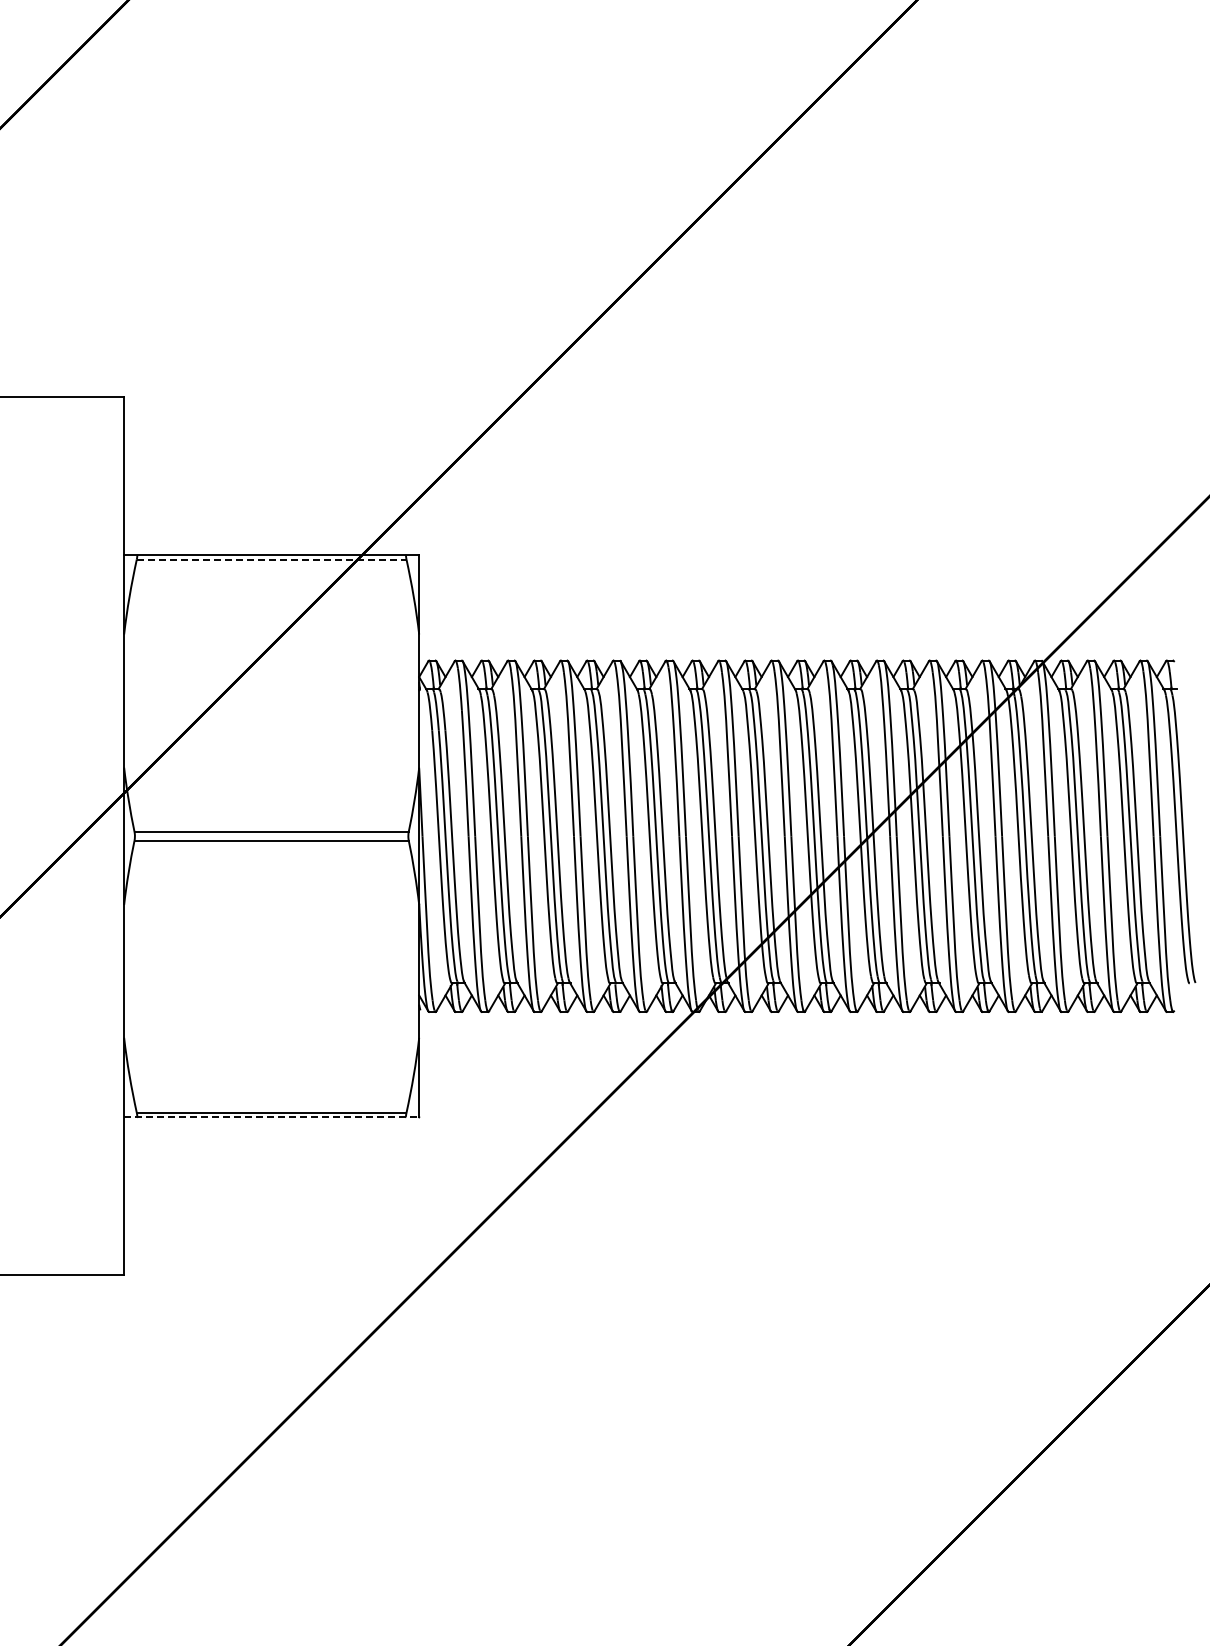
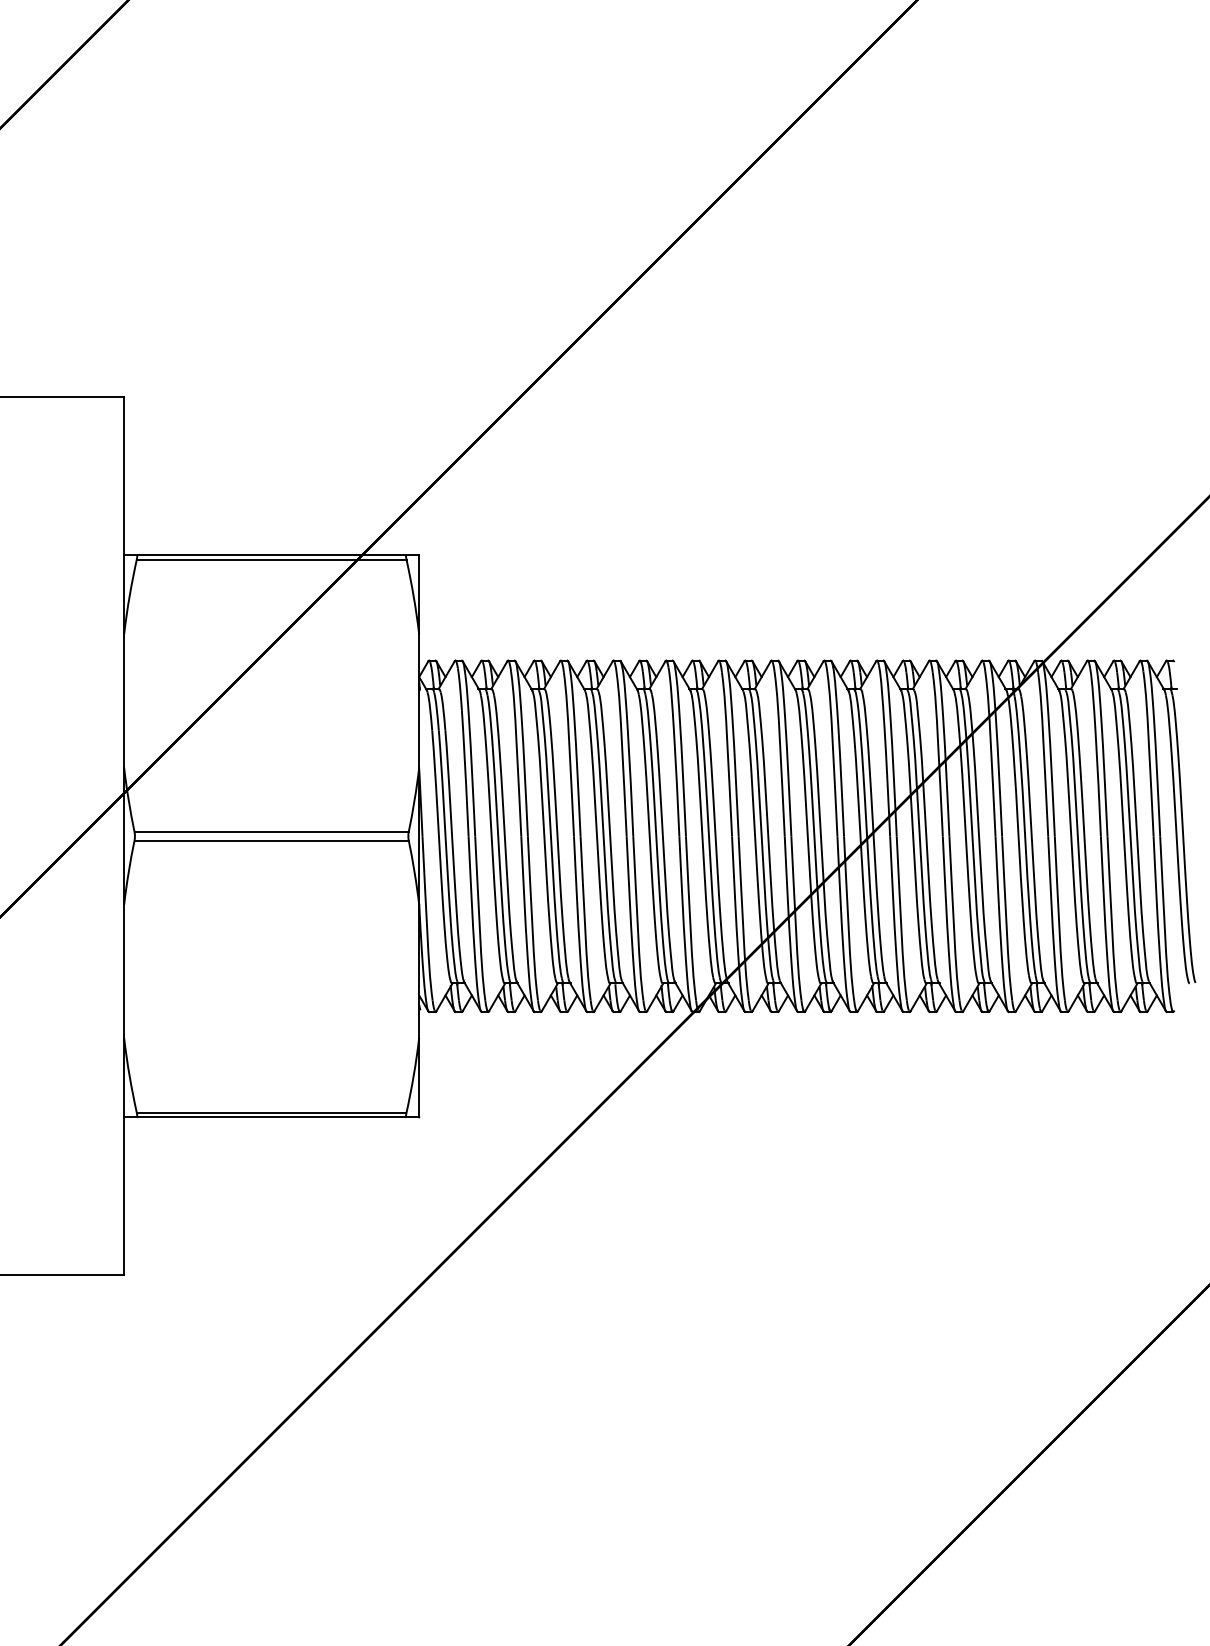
line at (271, 559): dashed -> solid
line at (272, 1117): dashed -> solid
